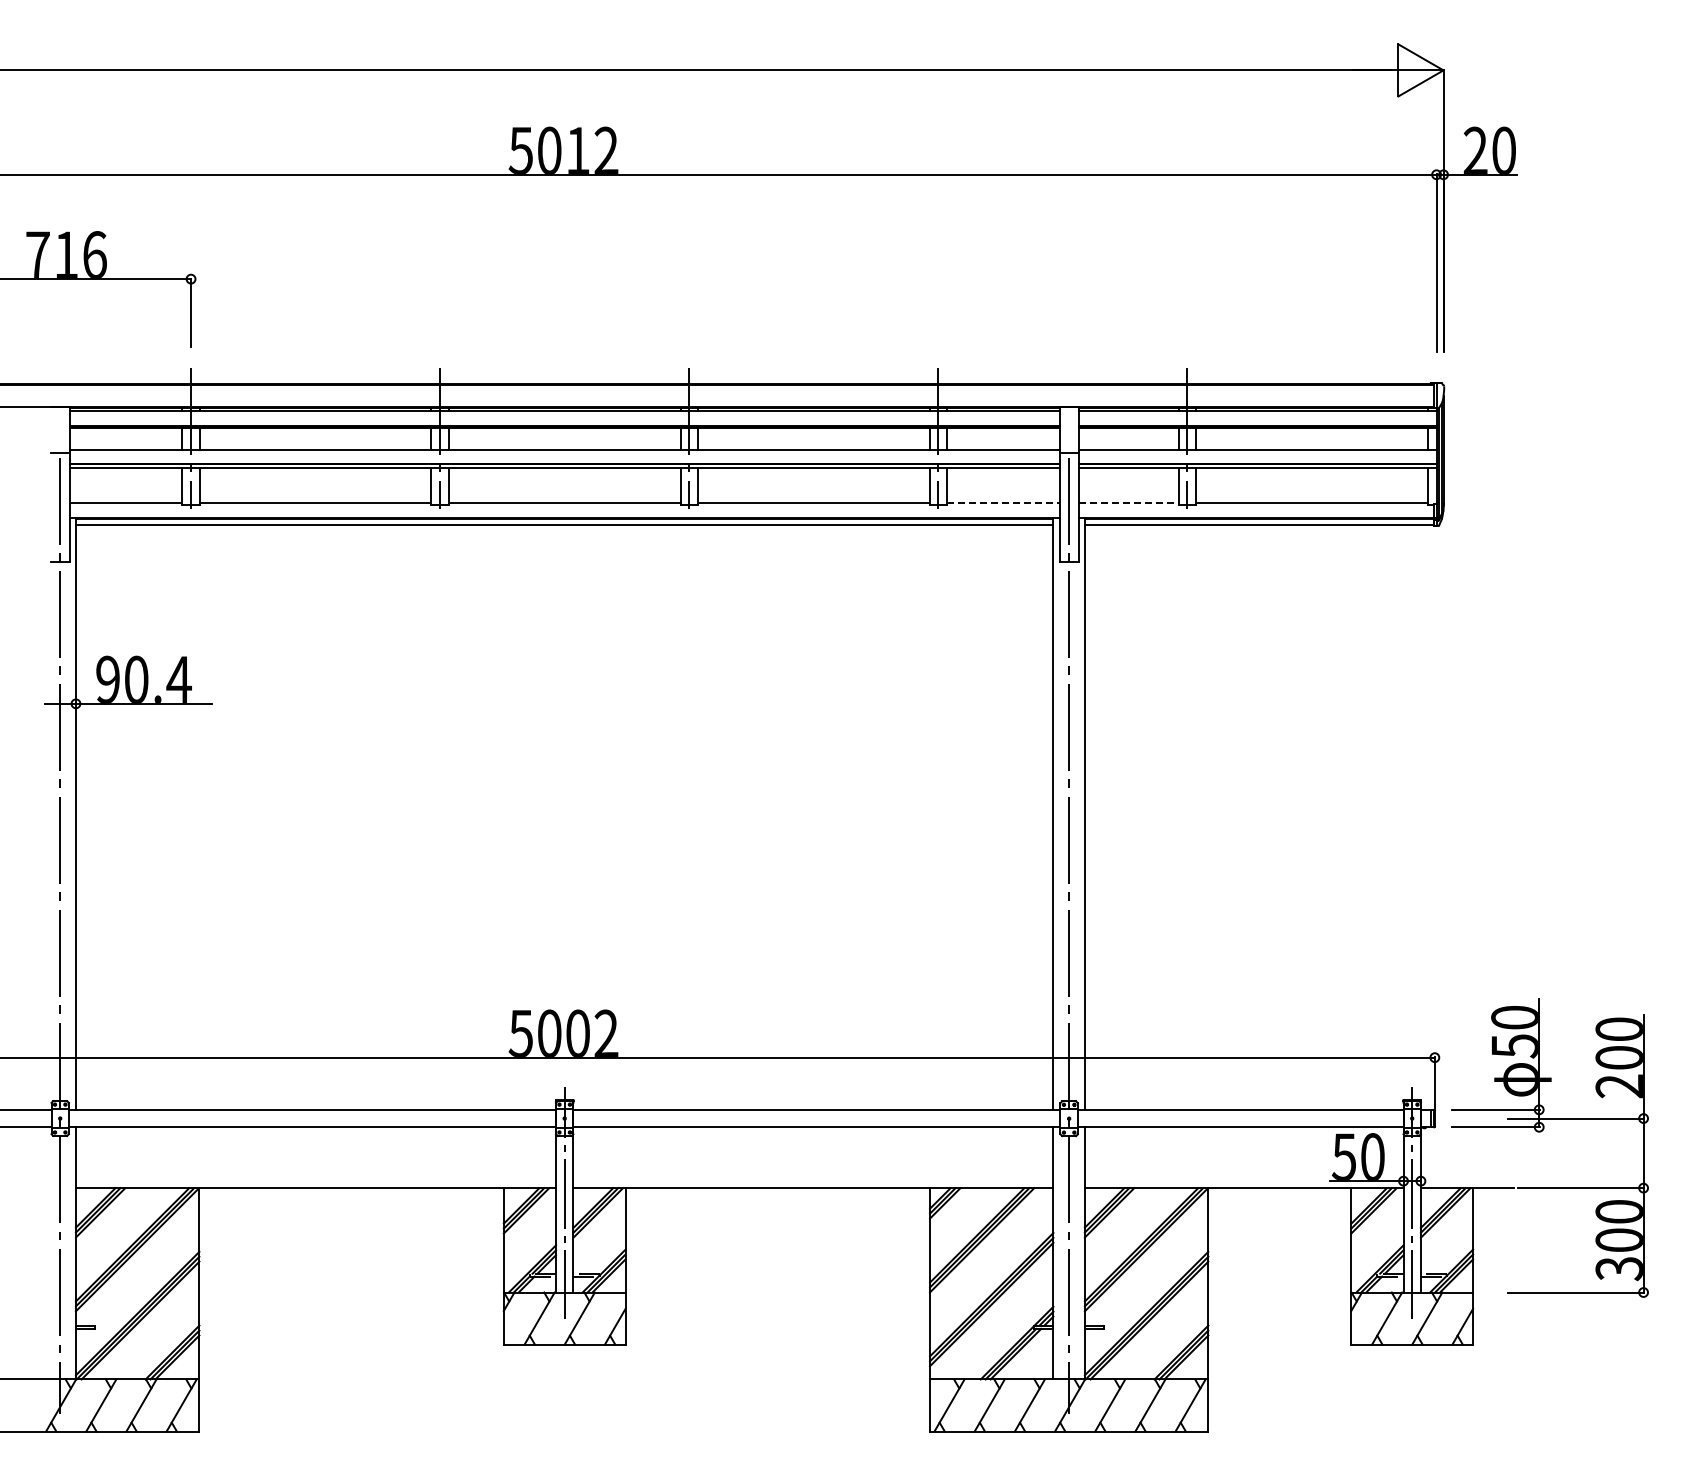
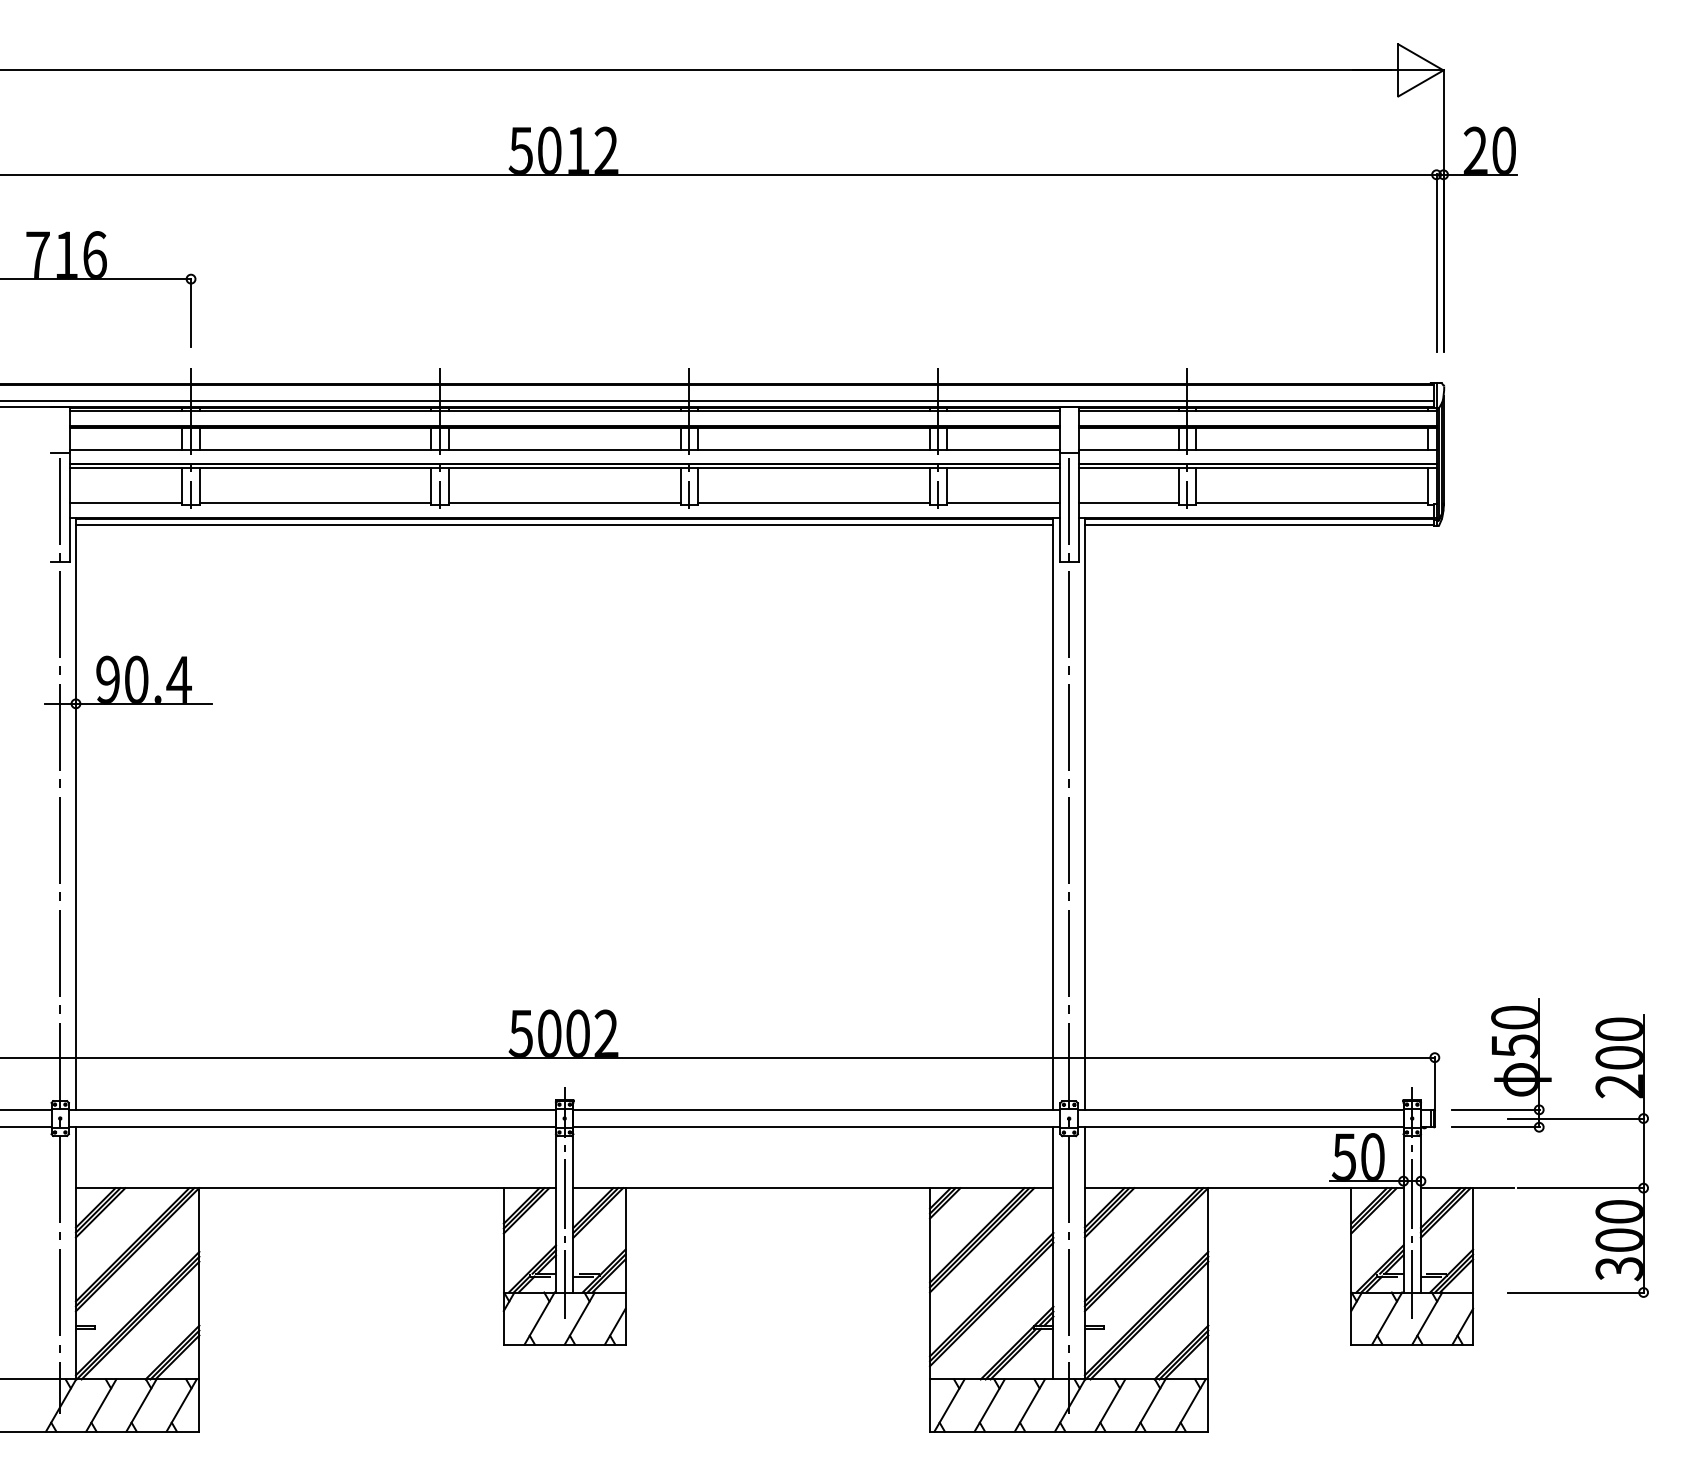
line at (718, 400): none -> present
line at (1003, 503): dashed -> solid
line at (1129, 503): dashed -> solid
